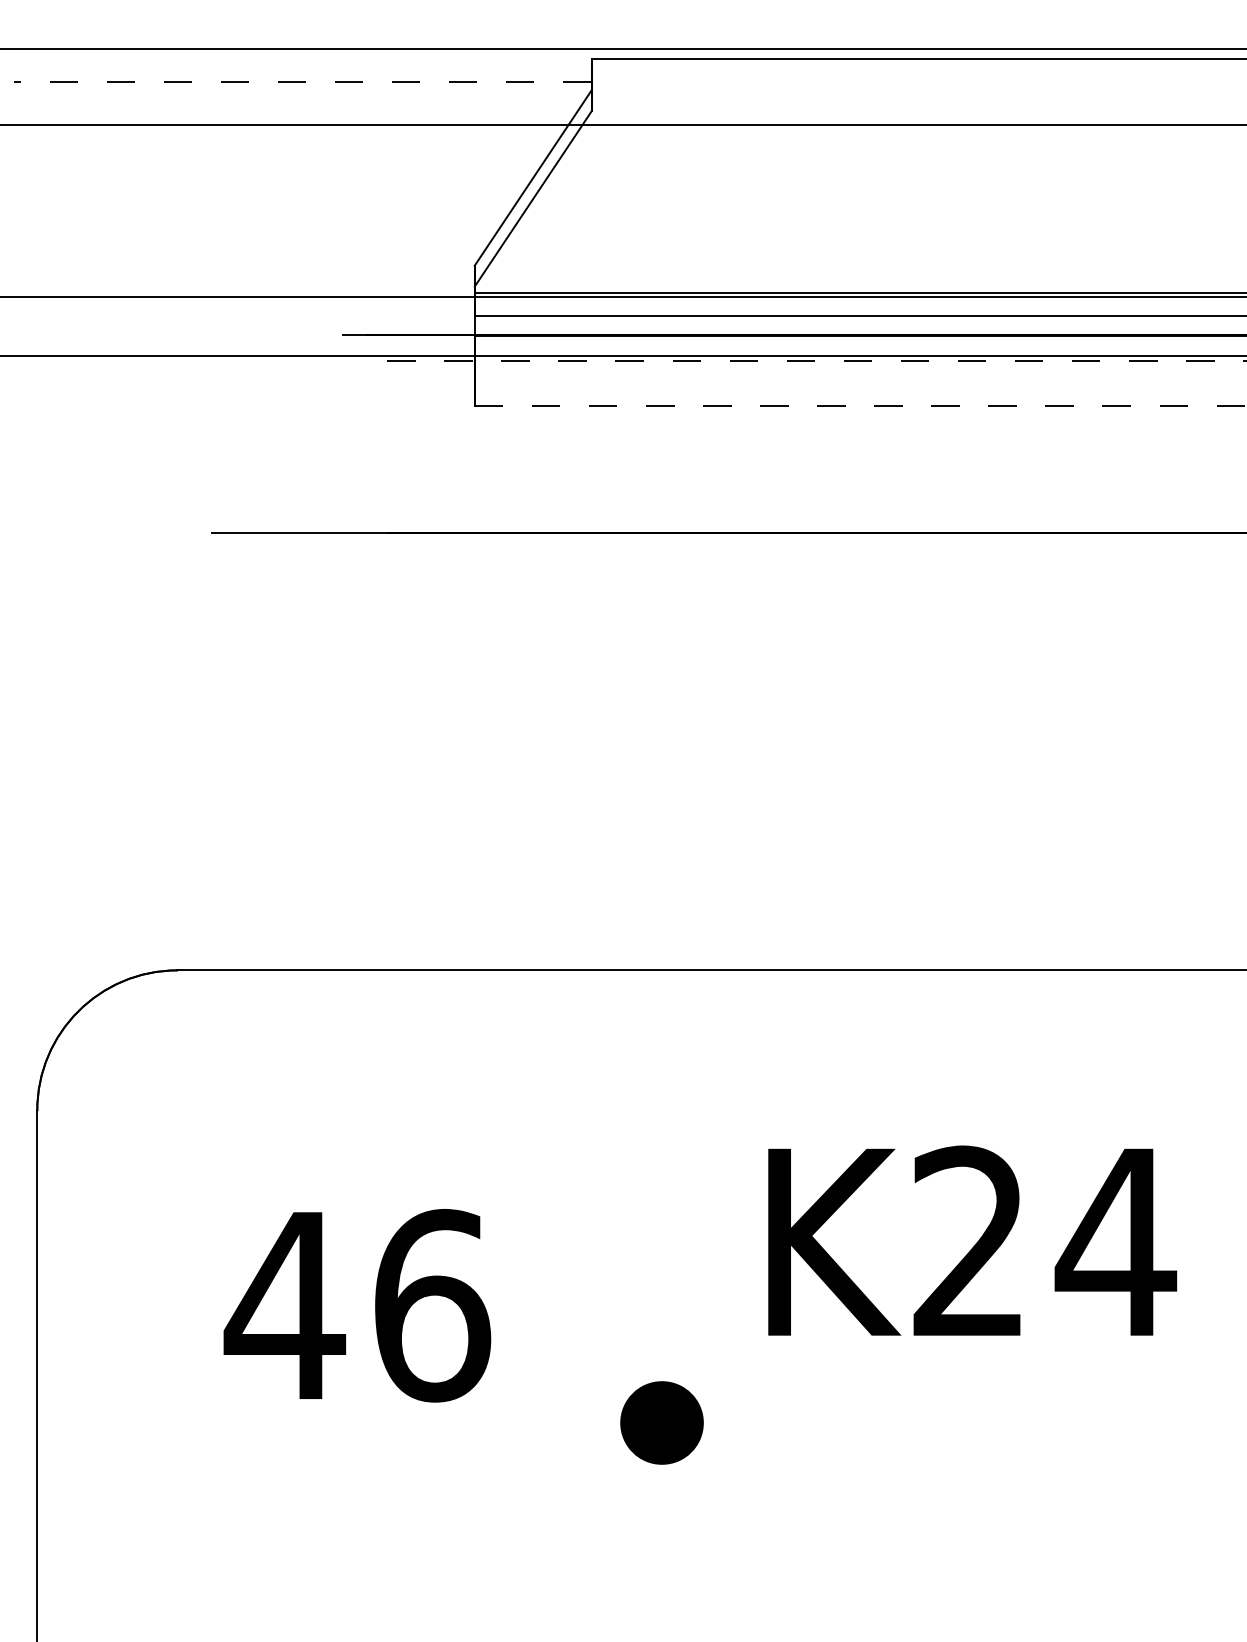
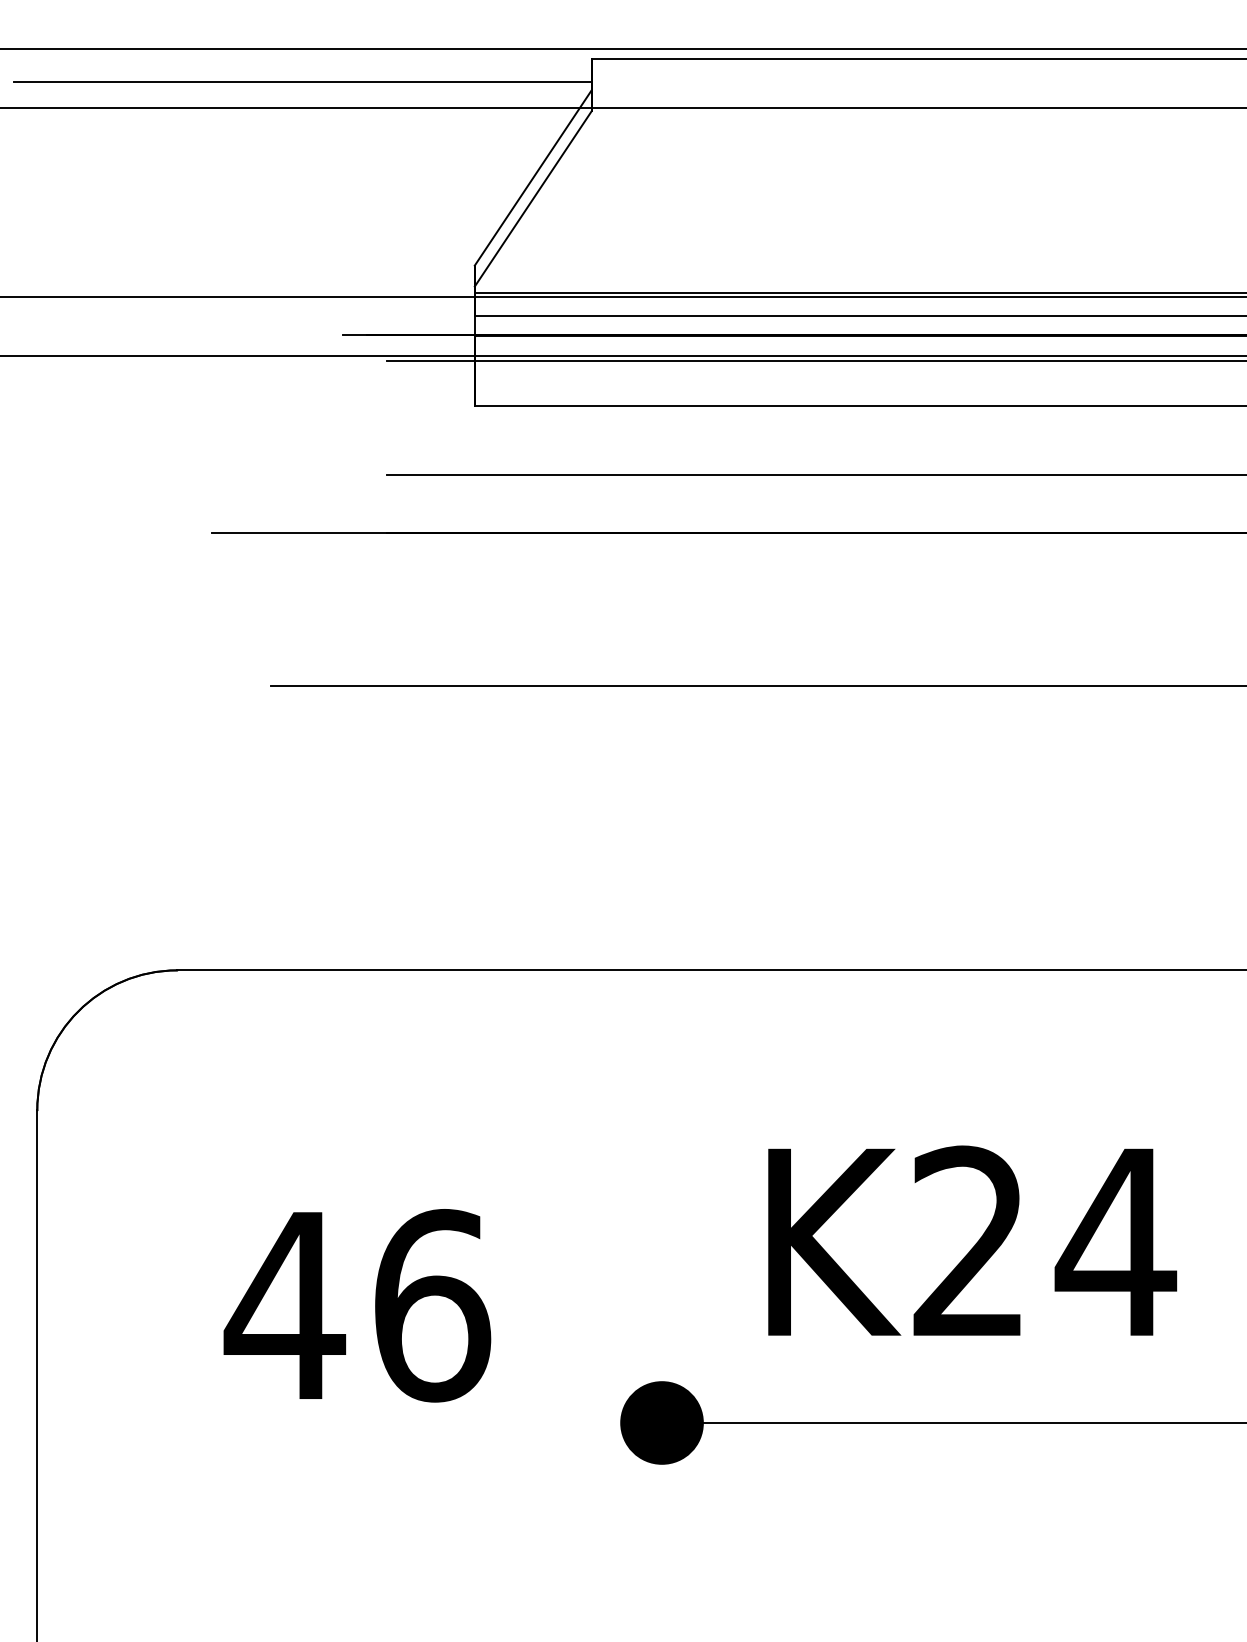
line at (302, 82): dashed -> solid
line at (622, 124) position: (622, 124) -> (622, 107)
line at (816, 361): dashed -> solid
line at (860, 405): dashed -> solid
line at (815, 475): none -> present
line at (756, 685): none -> present
line at (972, 1423): none -> present
